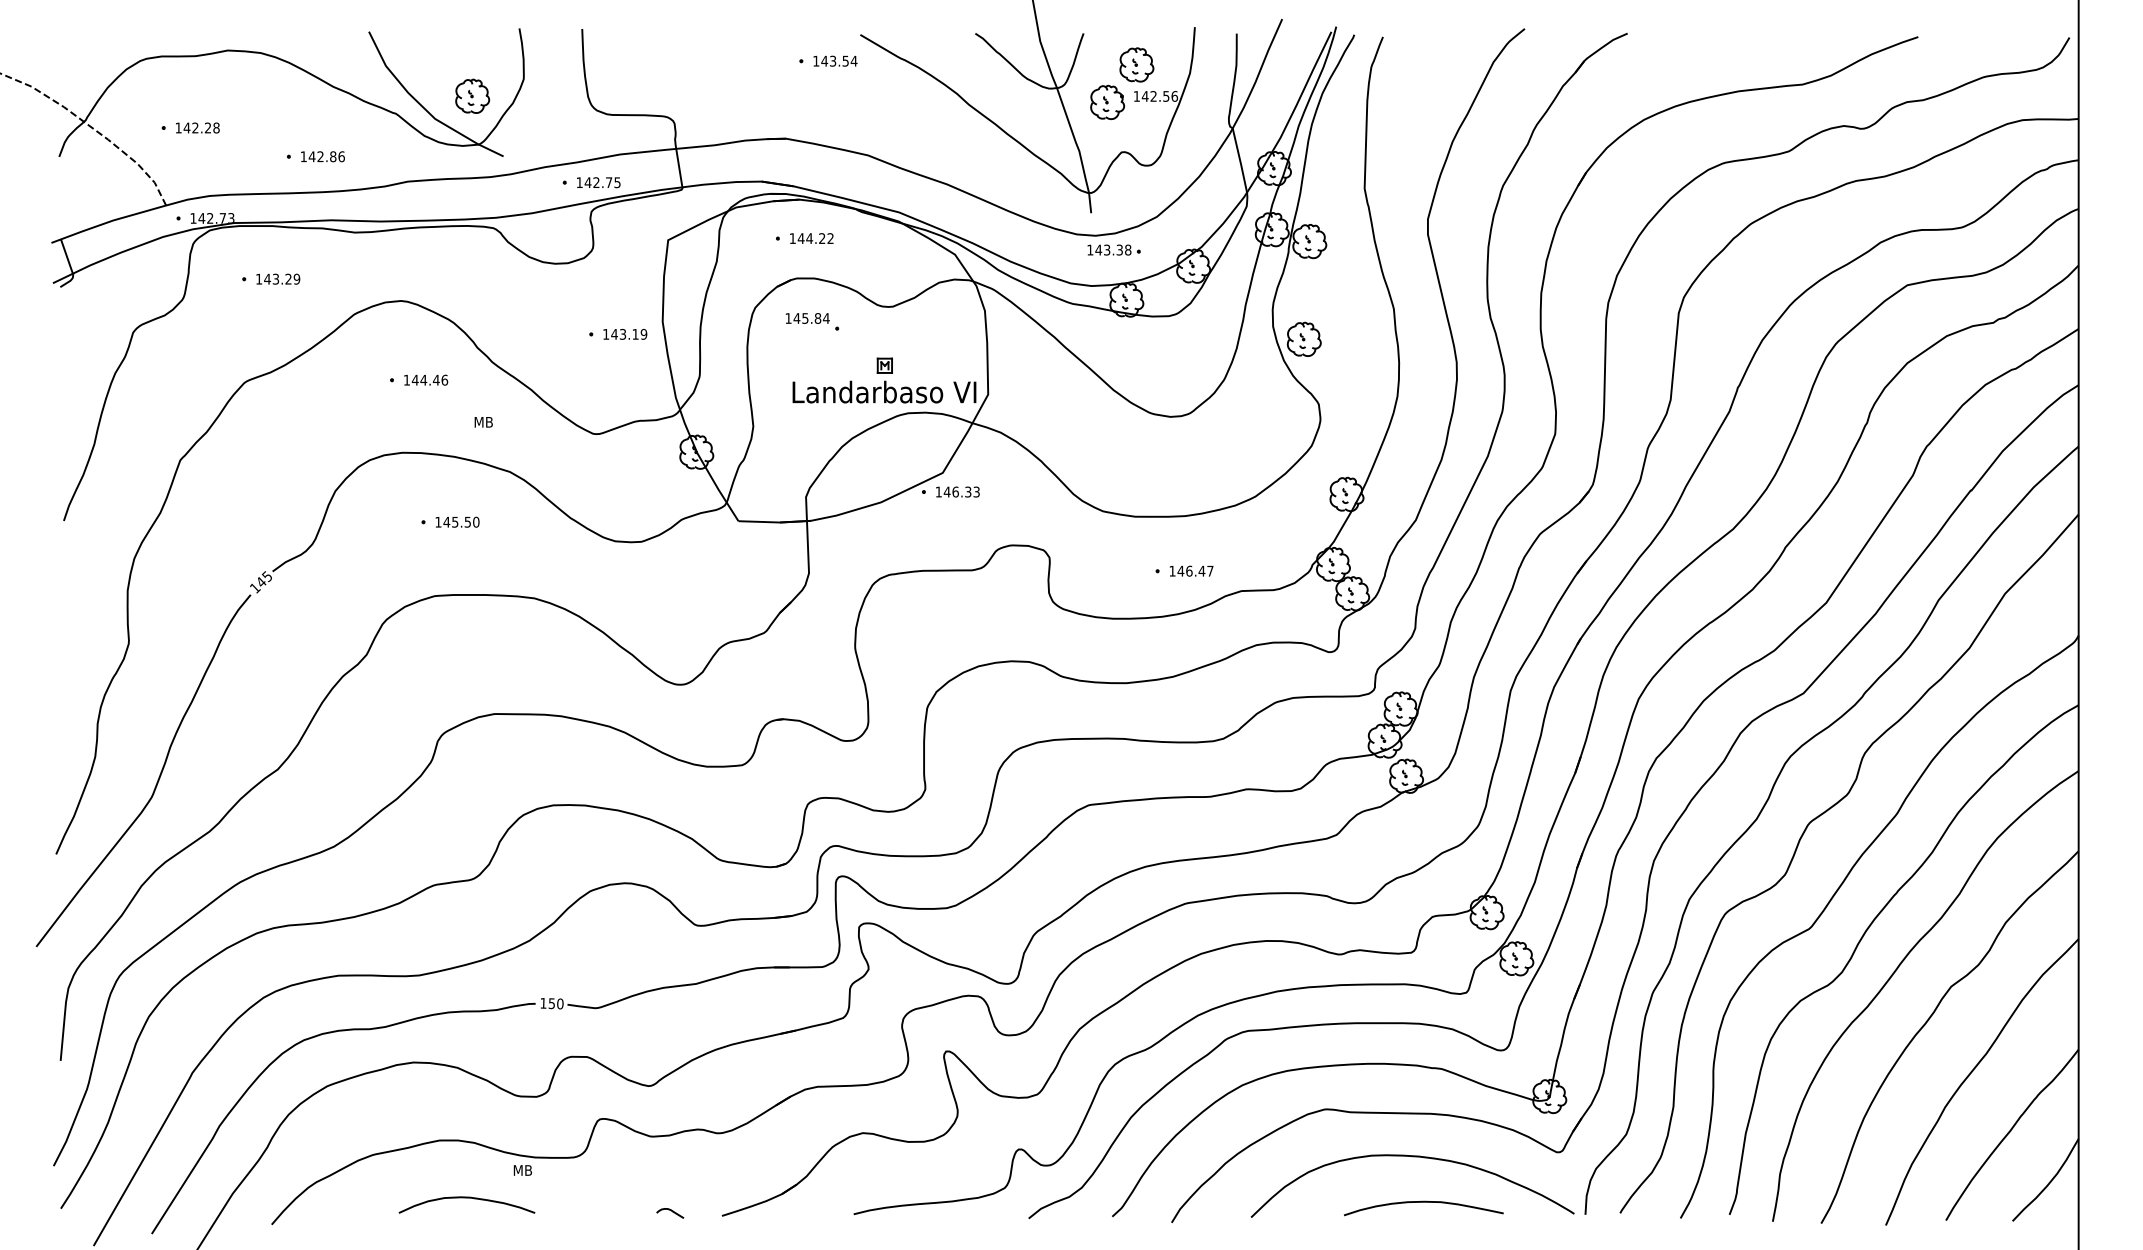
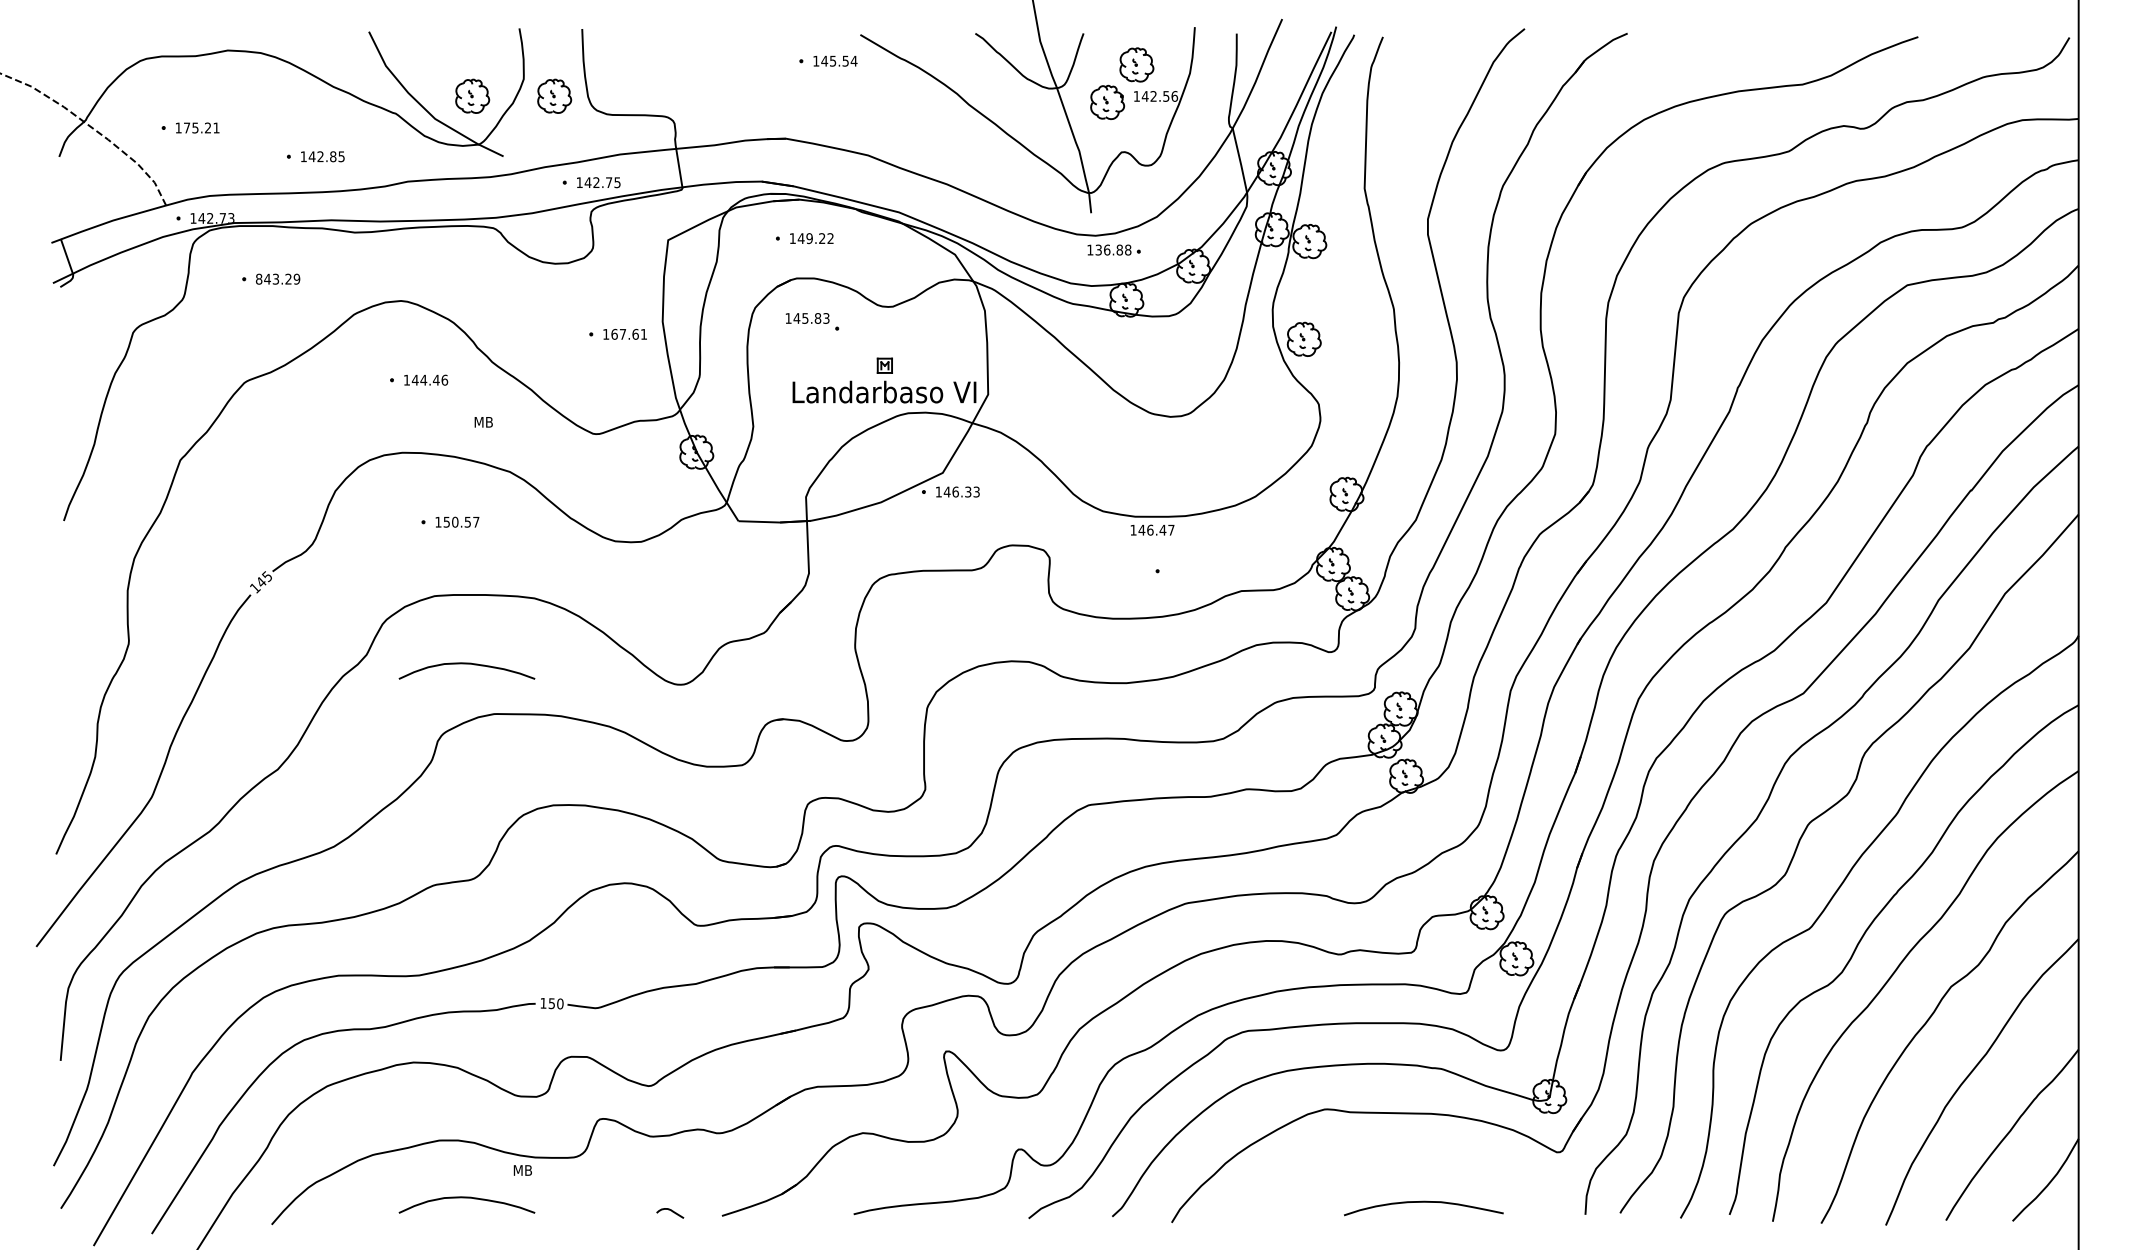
text at (833, 60): 143.54 -> 145.54
part at (554, 95): none -> present
text at (201, 127): 142.28 -> 175.21
text at (341, 156): 142.86 -> 142.85
text at (809, 238): 144.22 -> 149.22
text at (1109, 249): 143.38 -> 136.88
text at (258, 278): 143.29 -> 843.29
text at (826, 318): 145.84 -> 145.83
text at (629, 333): 143.19 -> 167.61
text at (461, 521): 145.50 -> 150.57
text at (1191, 570) position: (1191, 570) -> (1152, 529)
curve at (466, 664): none -> present
curve at (1412, 1157): present -> none
